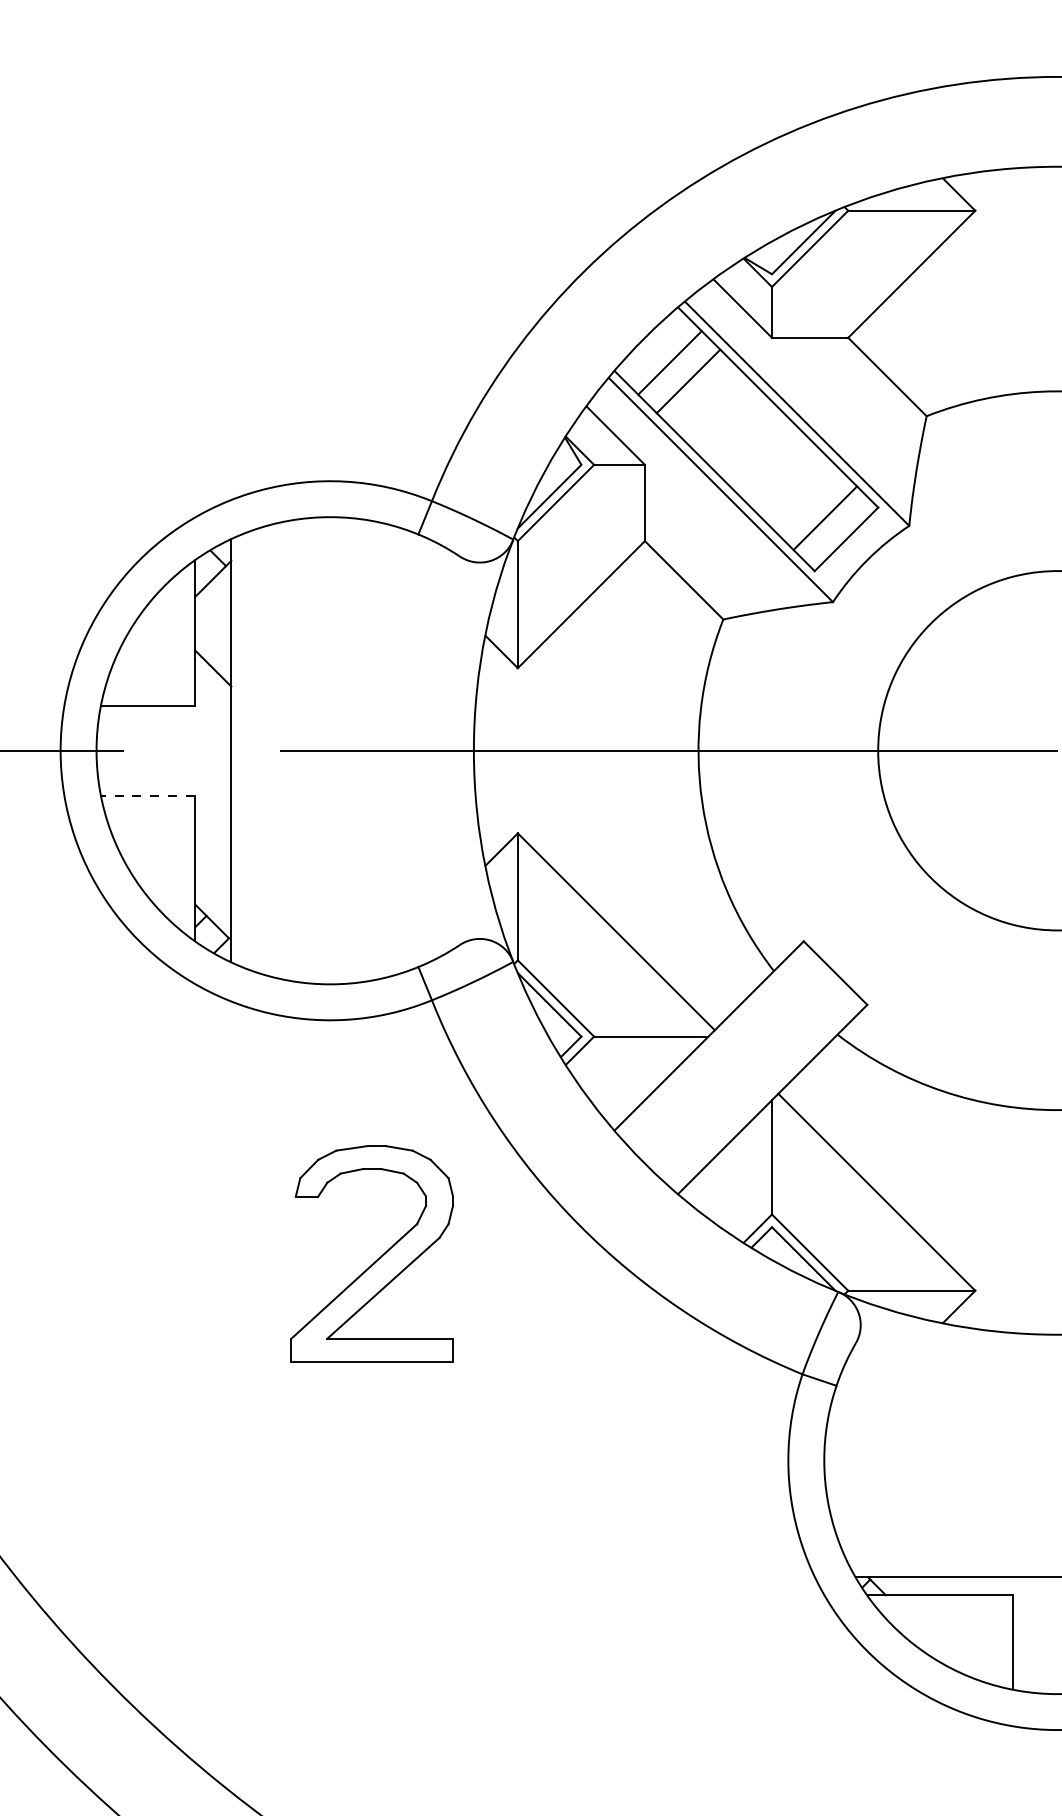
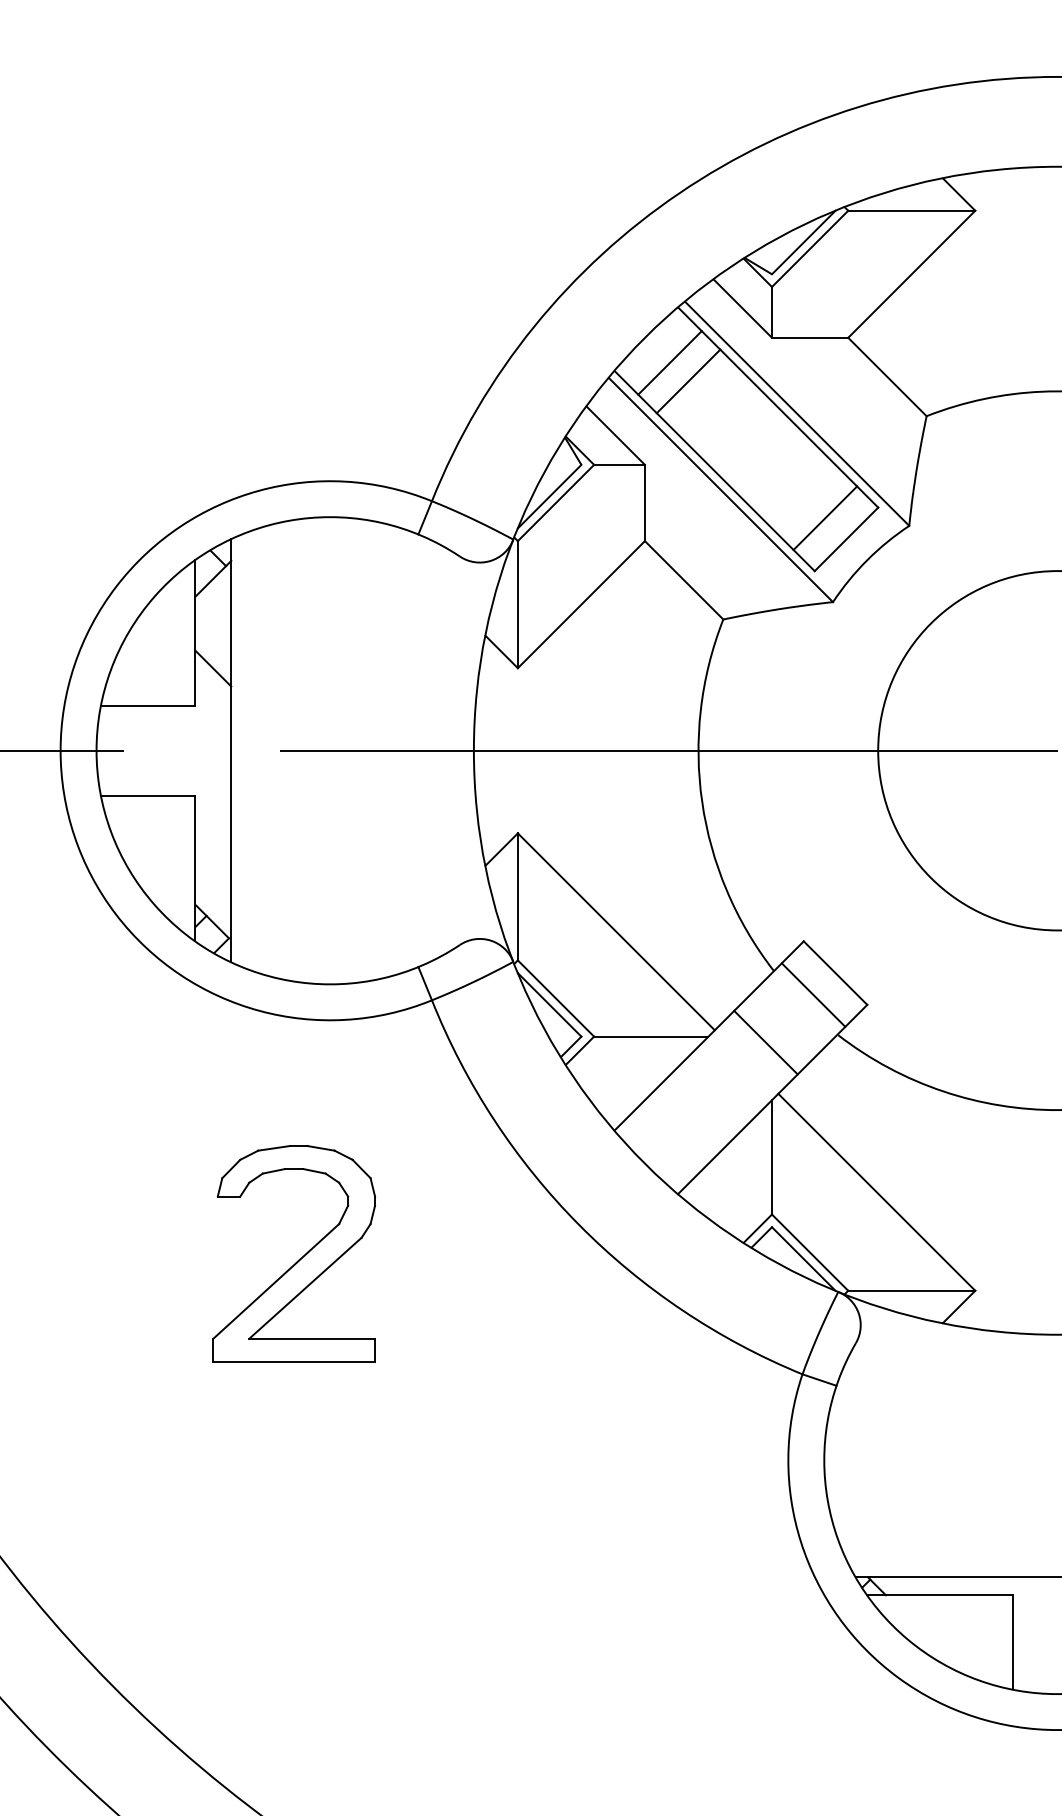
line at (147, 795): dashed -> solid
line at (813, 994): none -> present
line at (765, 1042): none -> present
part at (377, 1258) position: (377, 1258) -> (299, 1258)
